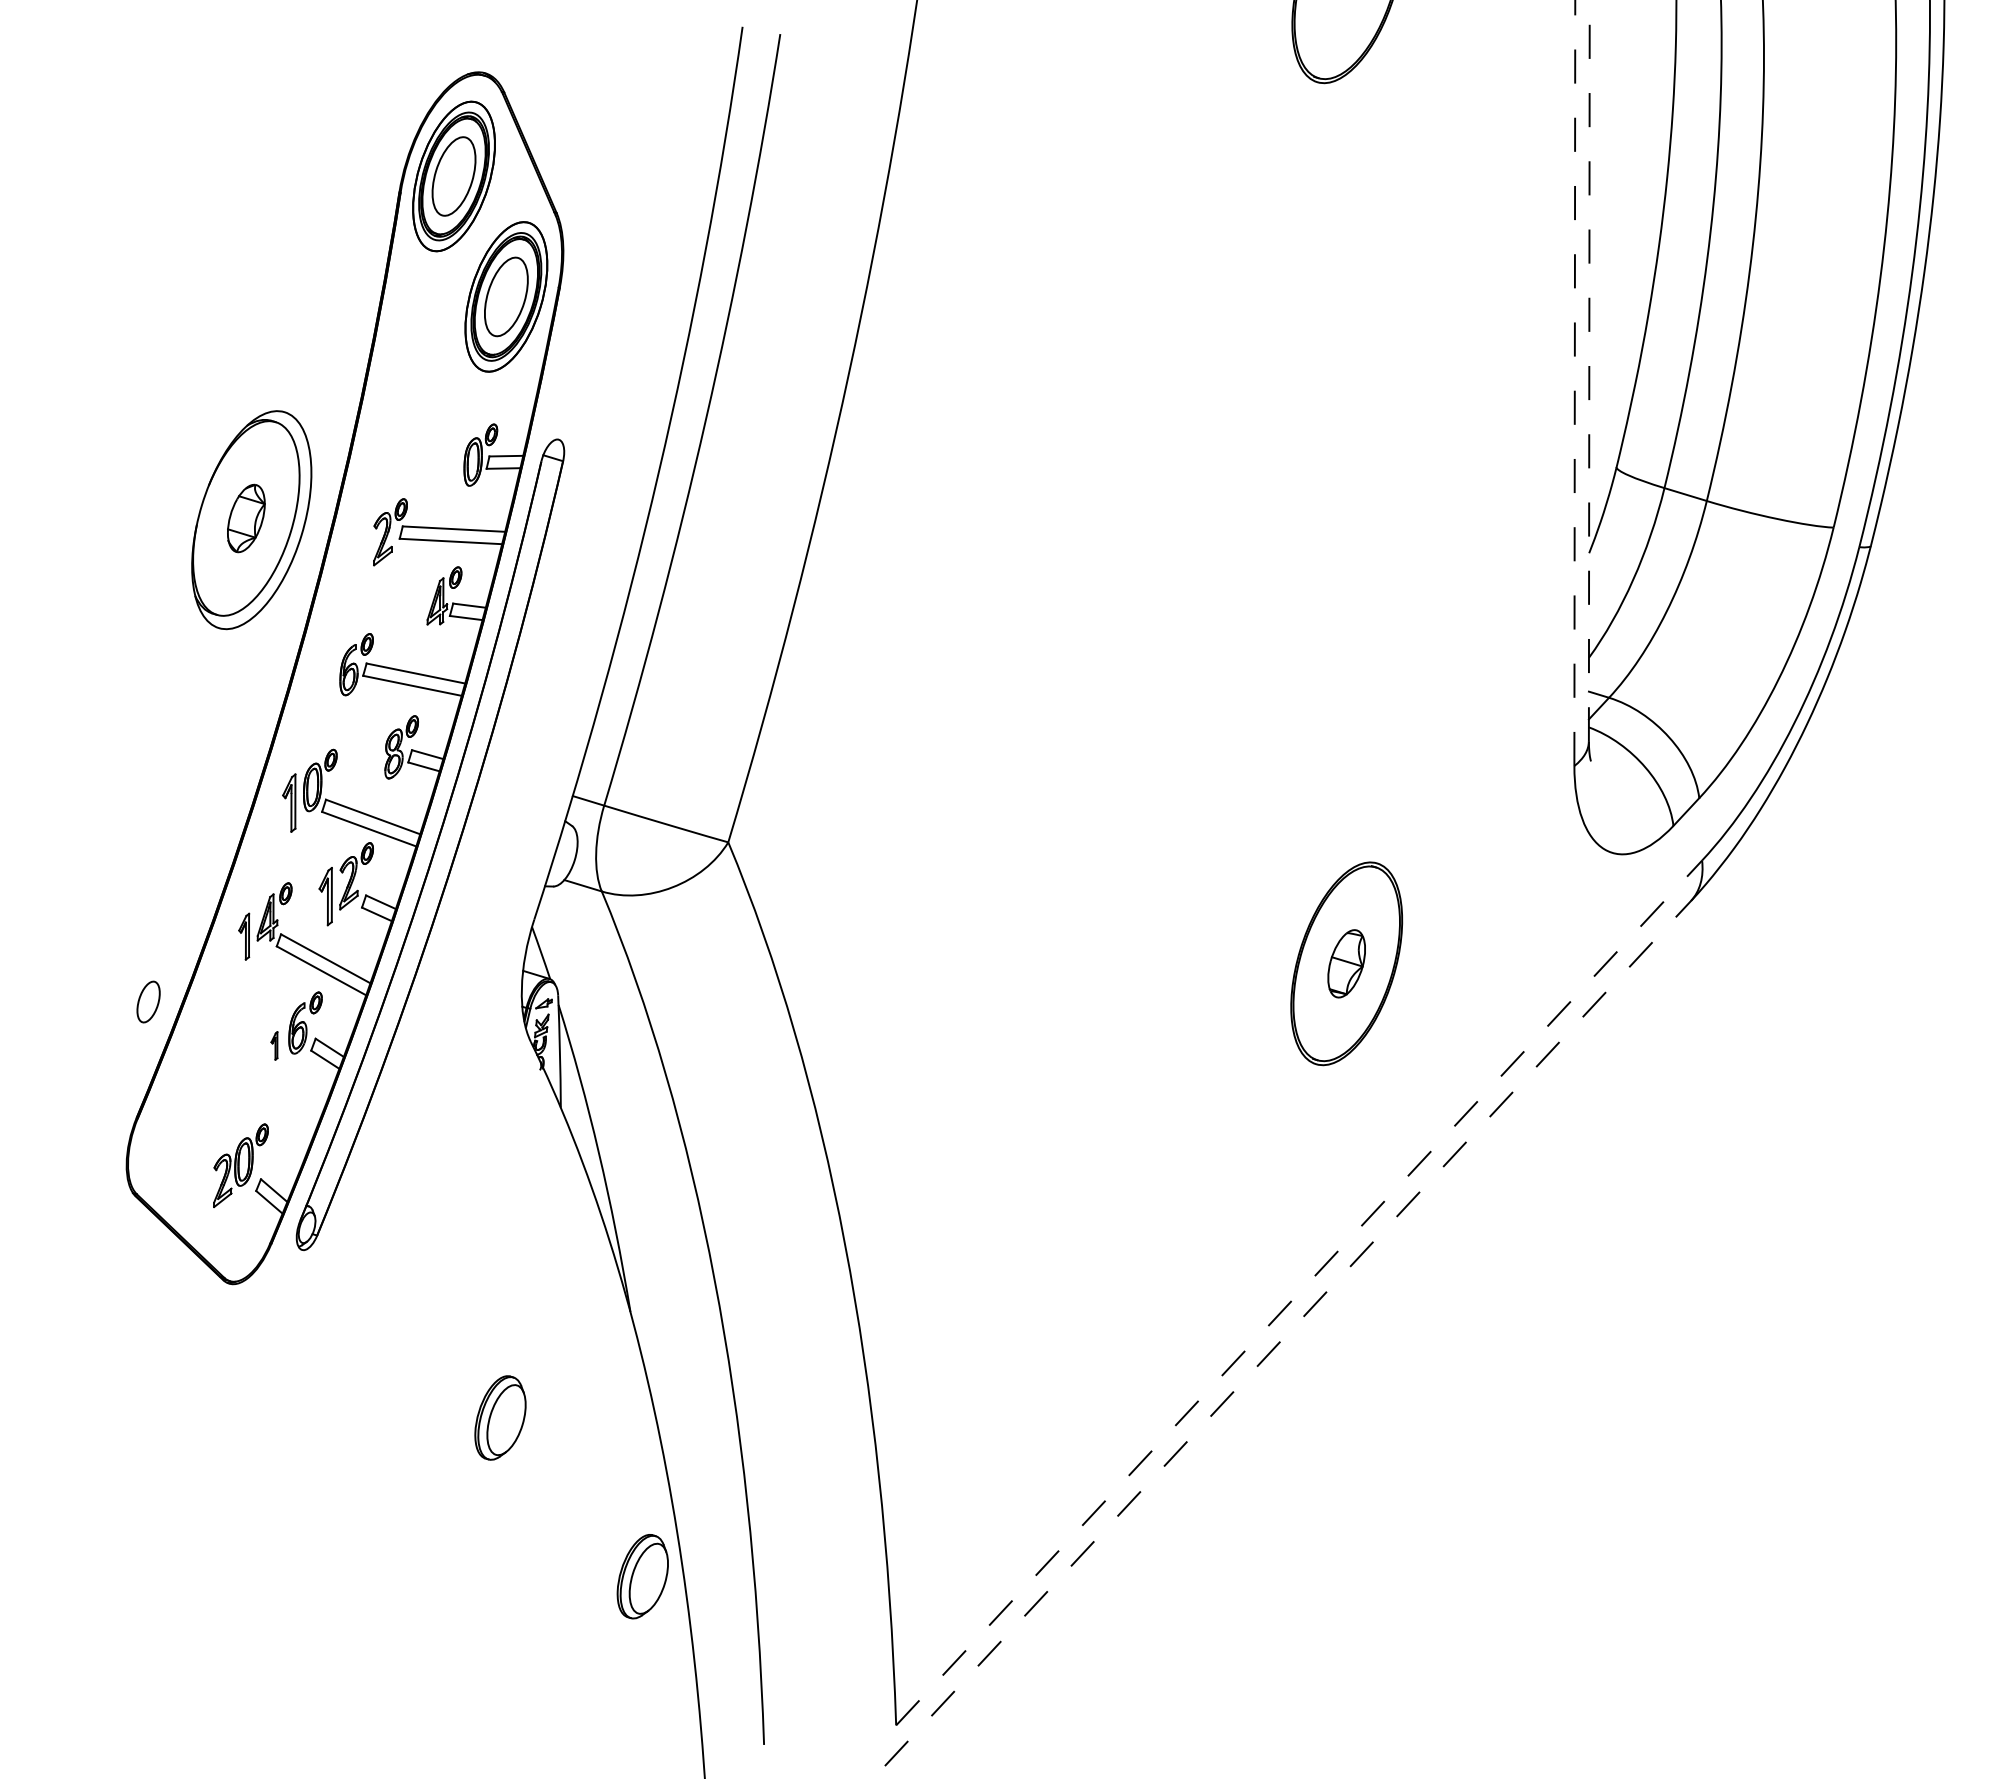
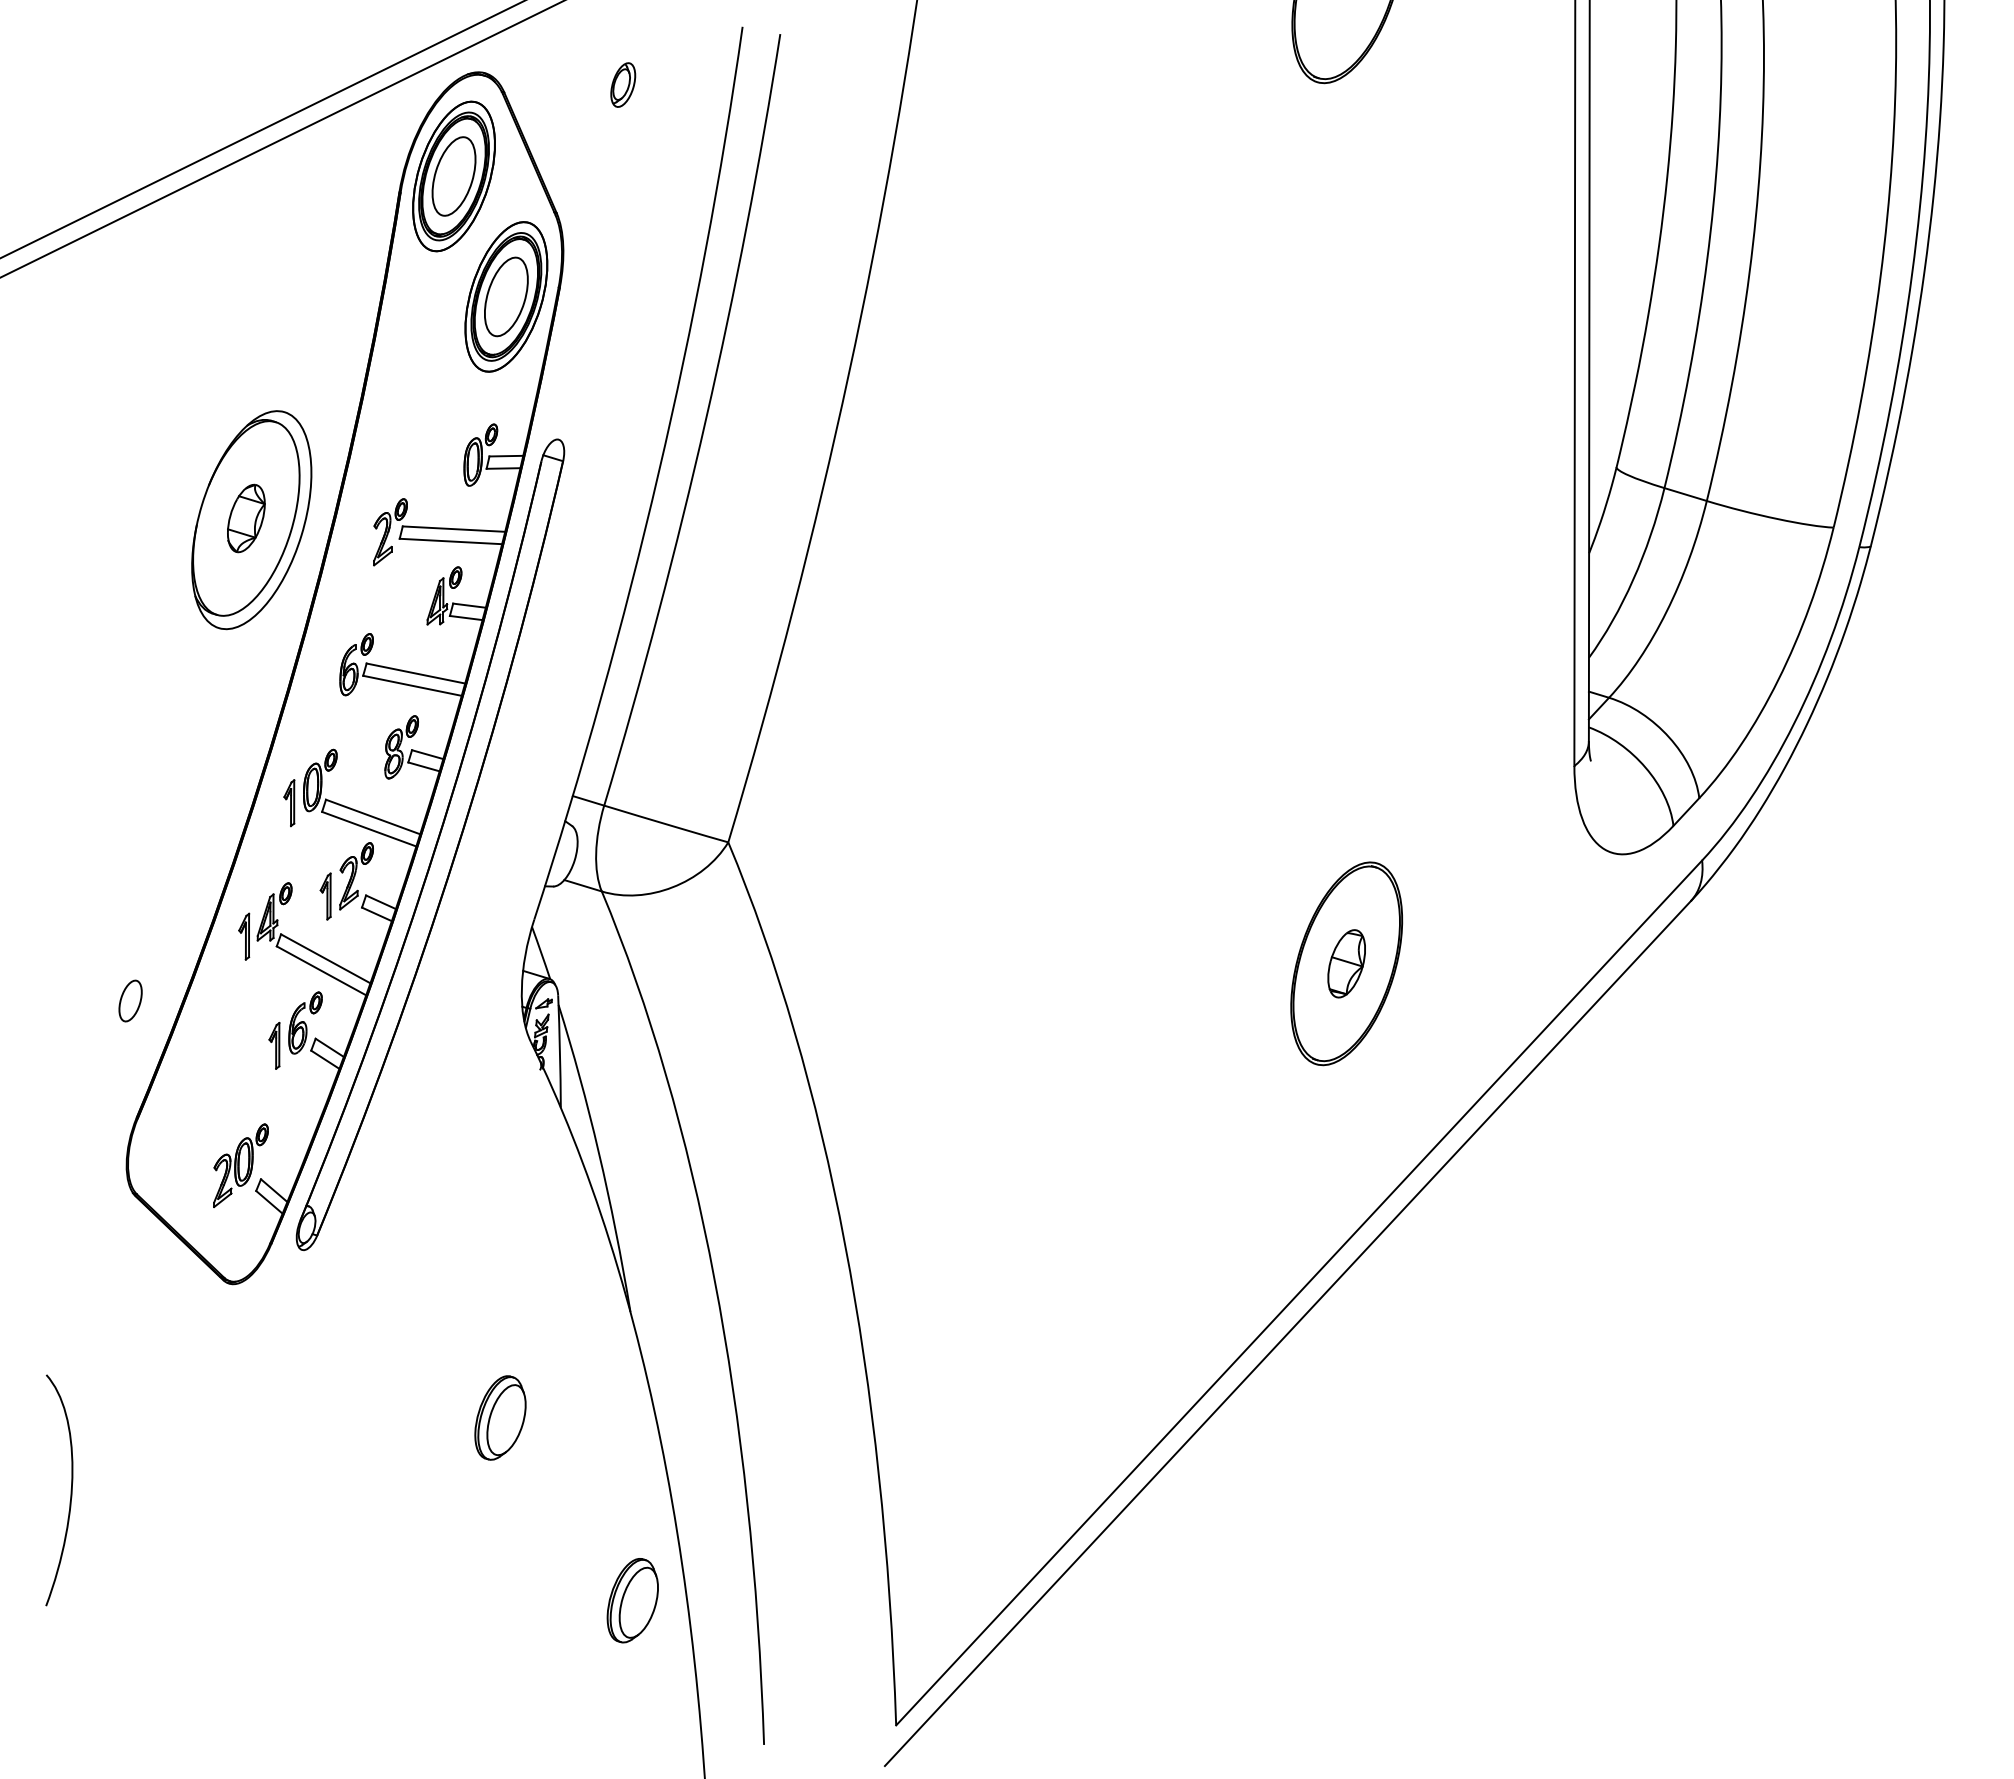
part at (623, 84): none -> present
line at (261, 129): none -> present
line at (281, 139): none -> present
line at (1589, 370): dashed -> solid
line at (1574, 383): dashed -> solid
part at (289, 802) size: 15x60 px -> 13x49 px
part at (325, 896) size: 15x60 px -> 13x49 px
part at (148, 1001) position: (148, 1001) -> (130, 1000)
part at (274, 1045) size: 9x30 px -> 13x48 px
line at (1299, 1292): dashed -> solid
line at (1288, 1333): dashed -> solid
curve at (70, 1490): none -> present
part at (642, 1576) position: (642, 1576) -> (632, 1600)
